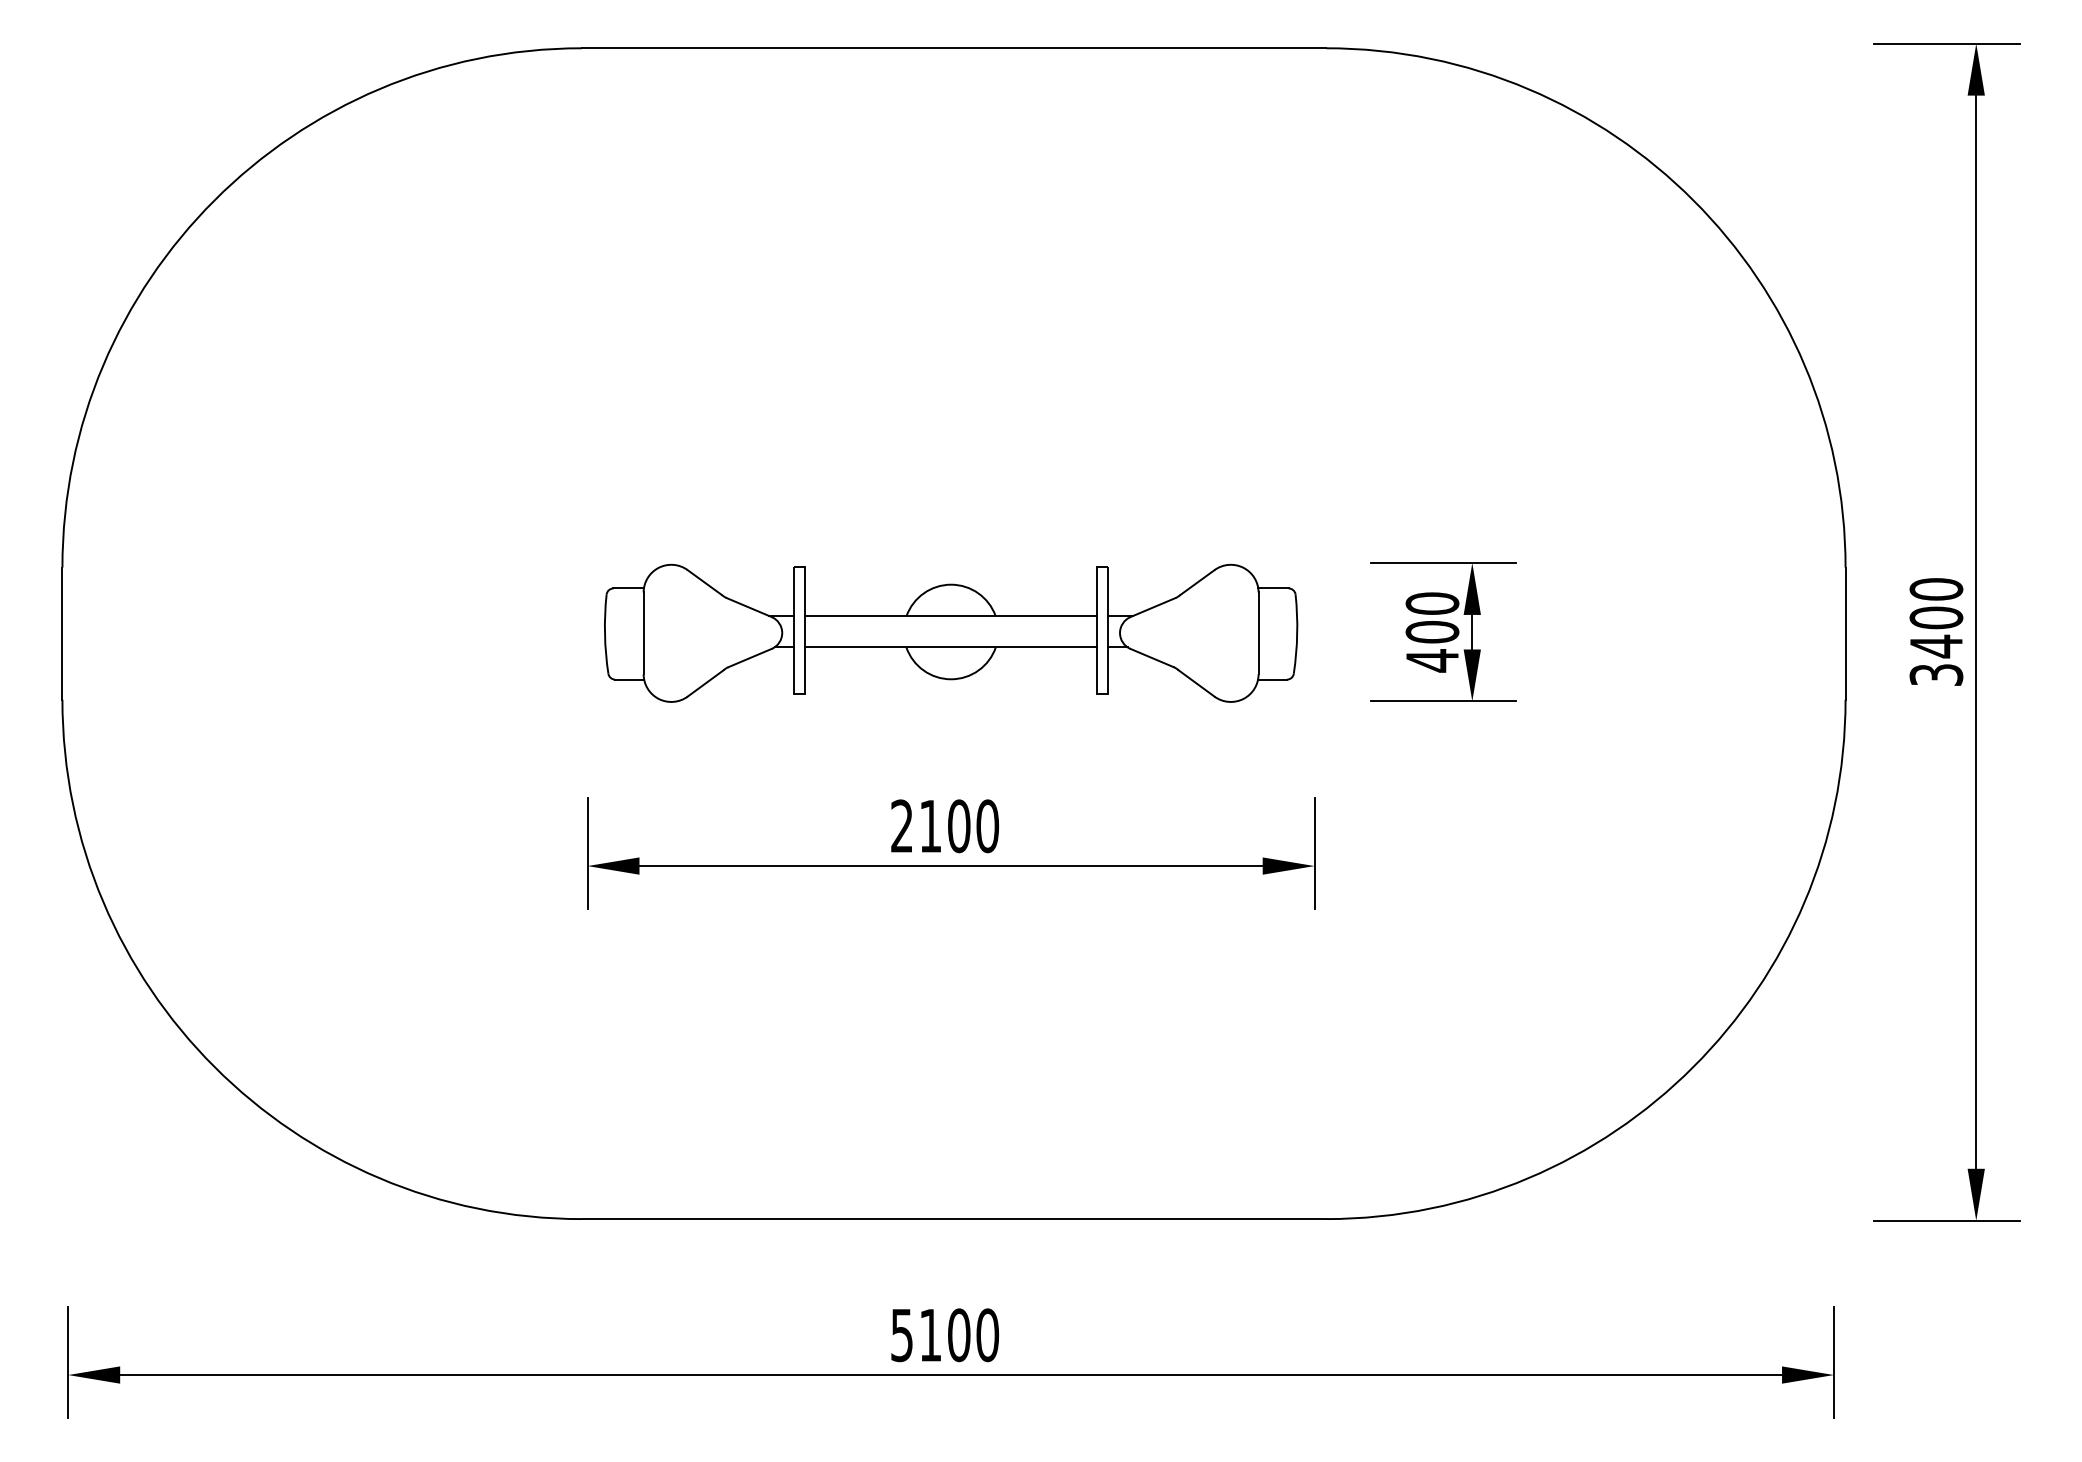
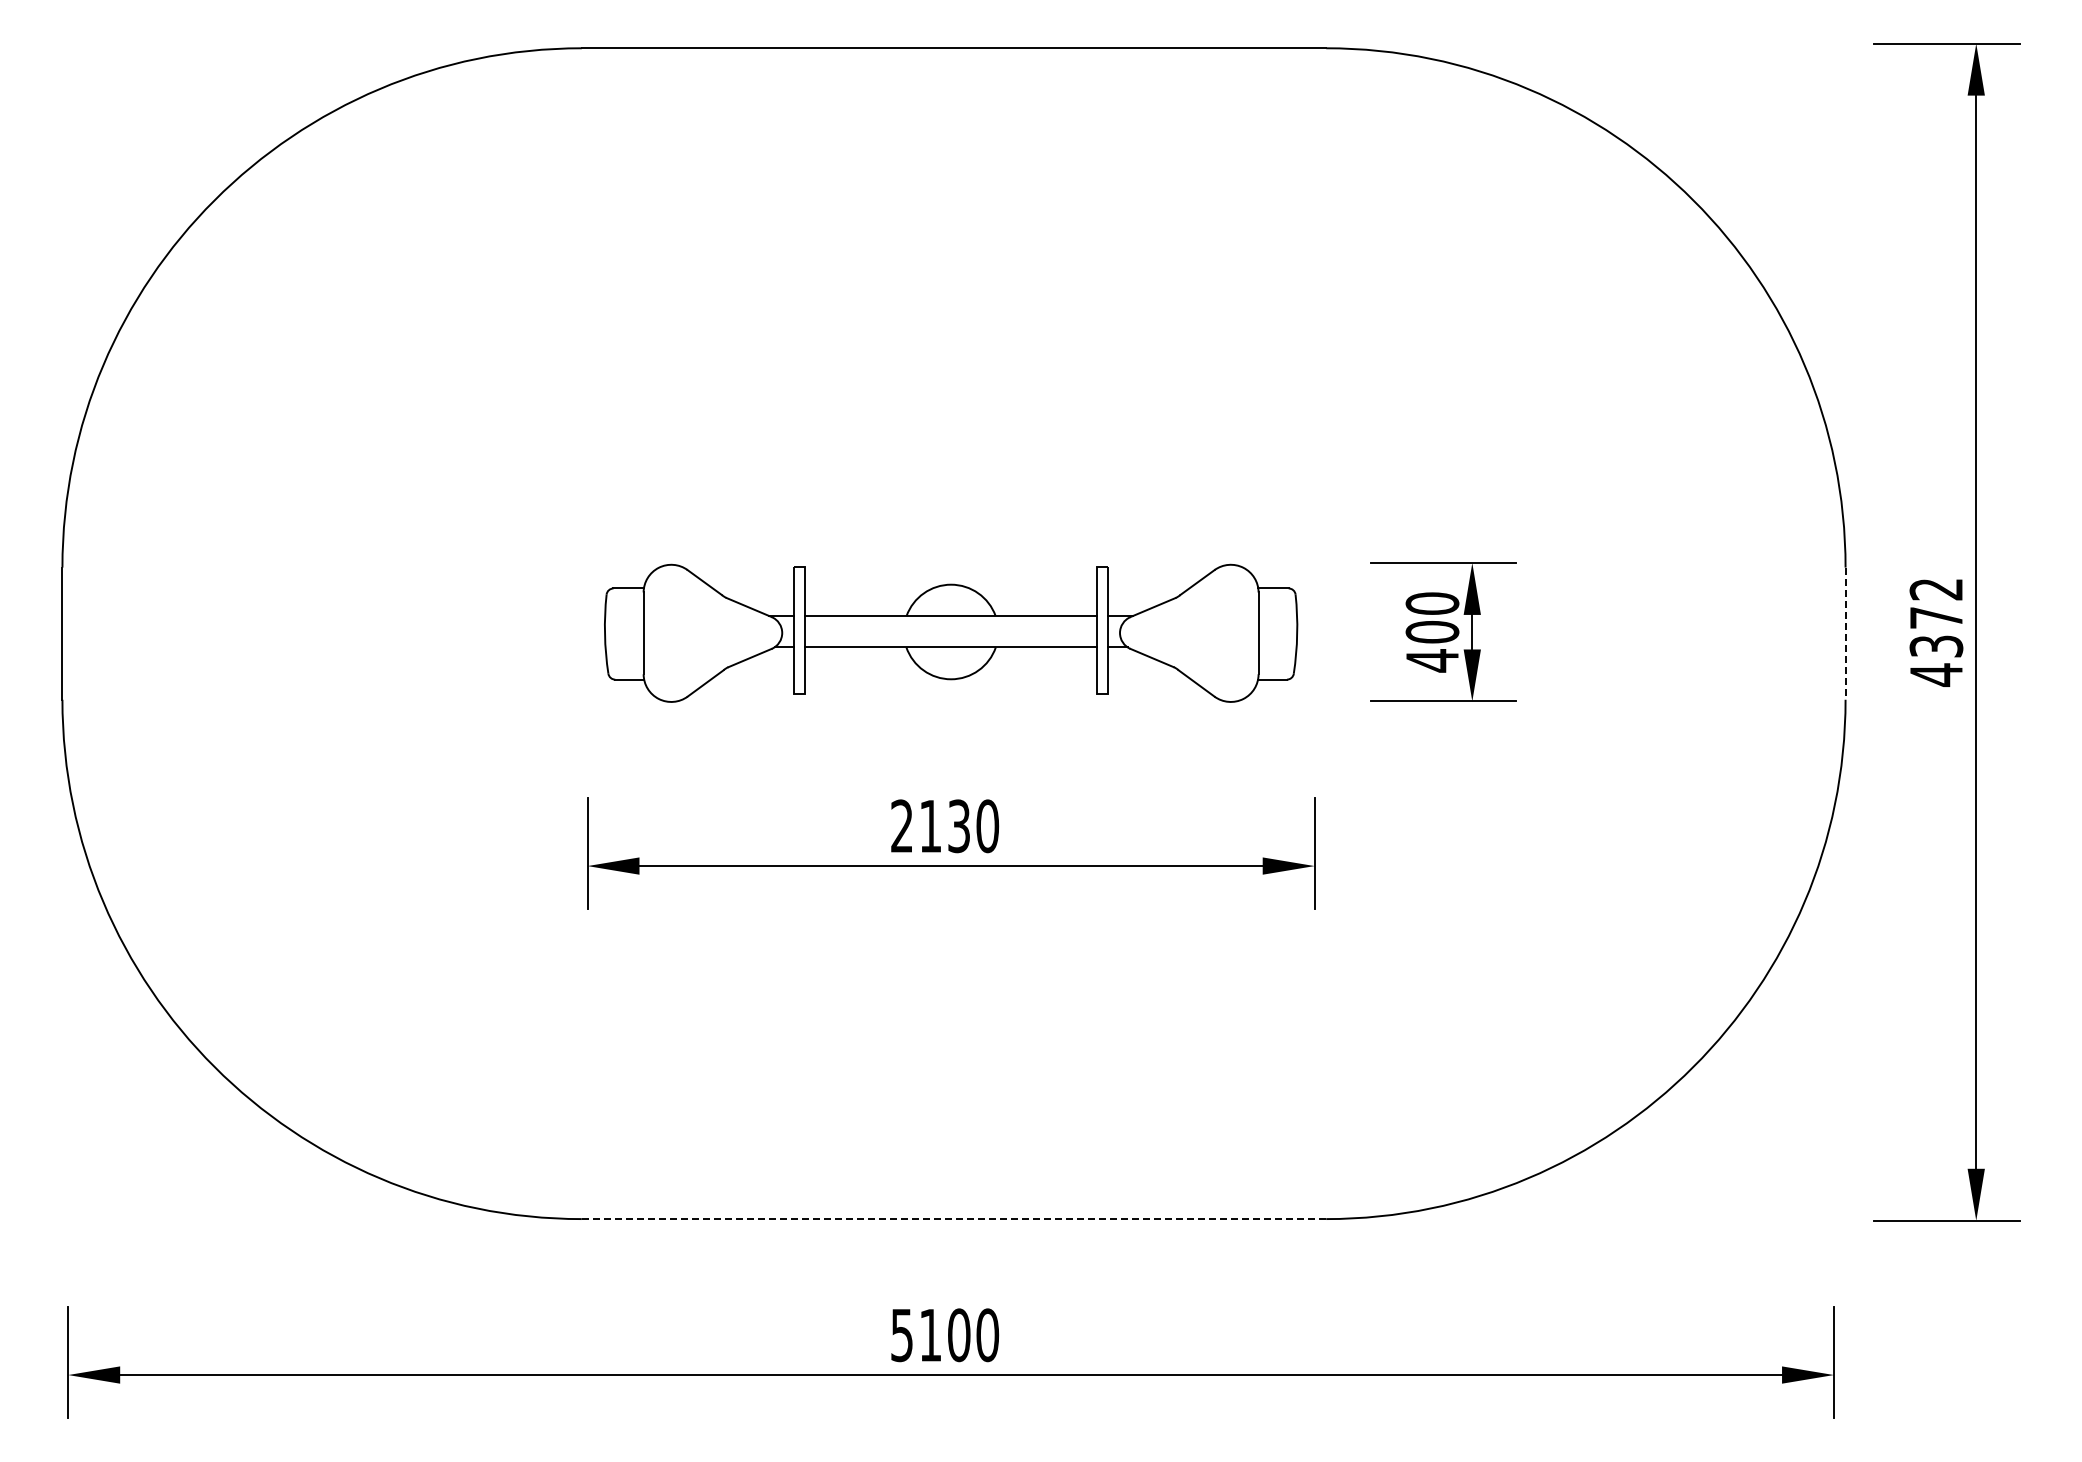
text at (1936, 632): 3400 -> 4372
line at (1845, 634): solid -> dashed
text at (959, 826): 2100 -> 2130
line at (954, 1219): solid -> dashed
